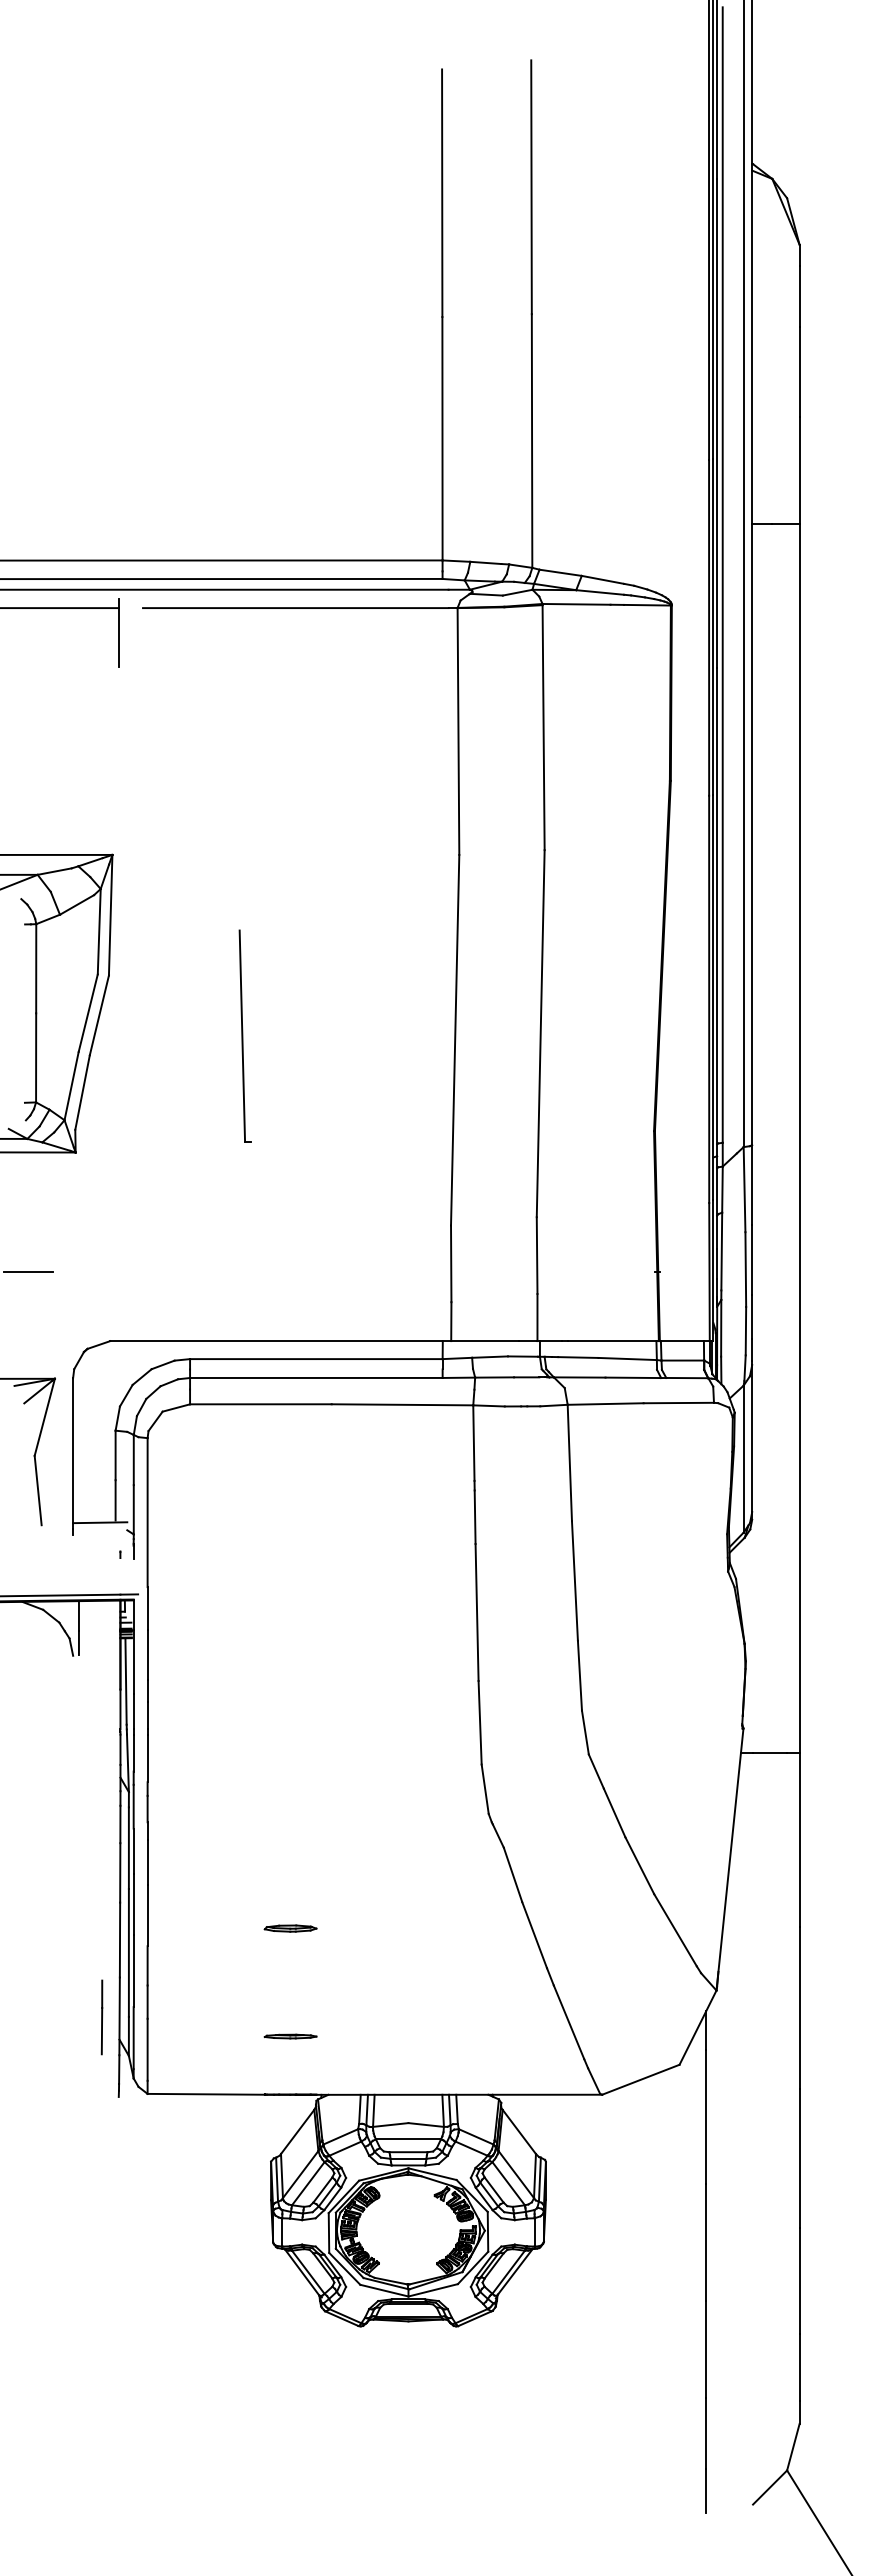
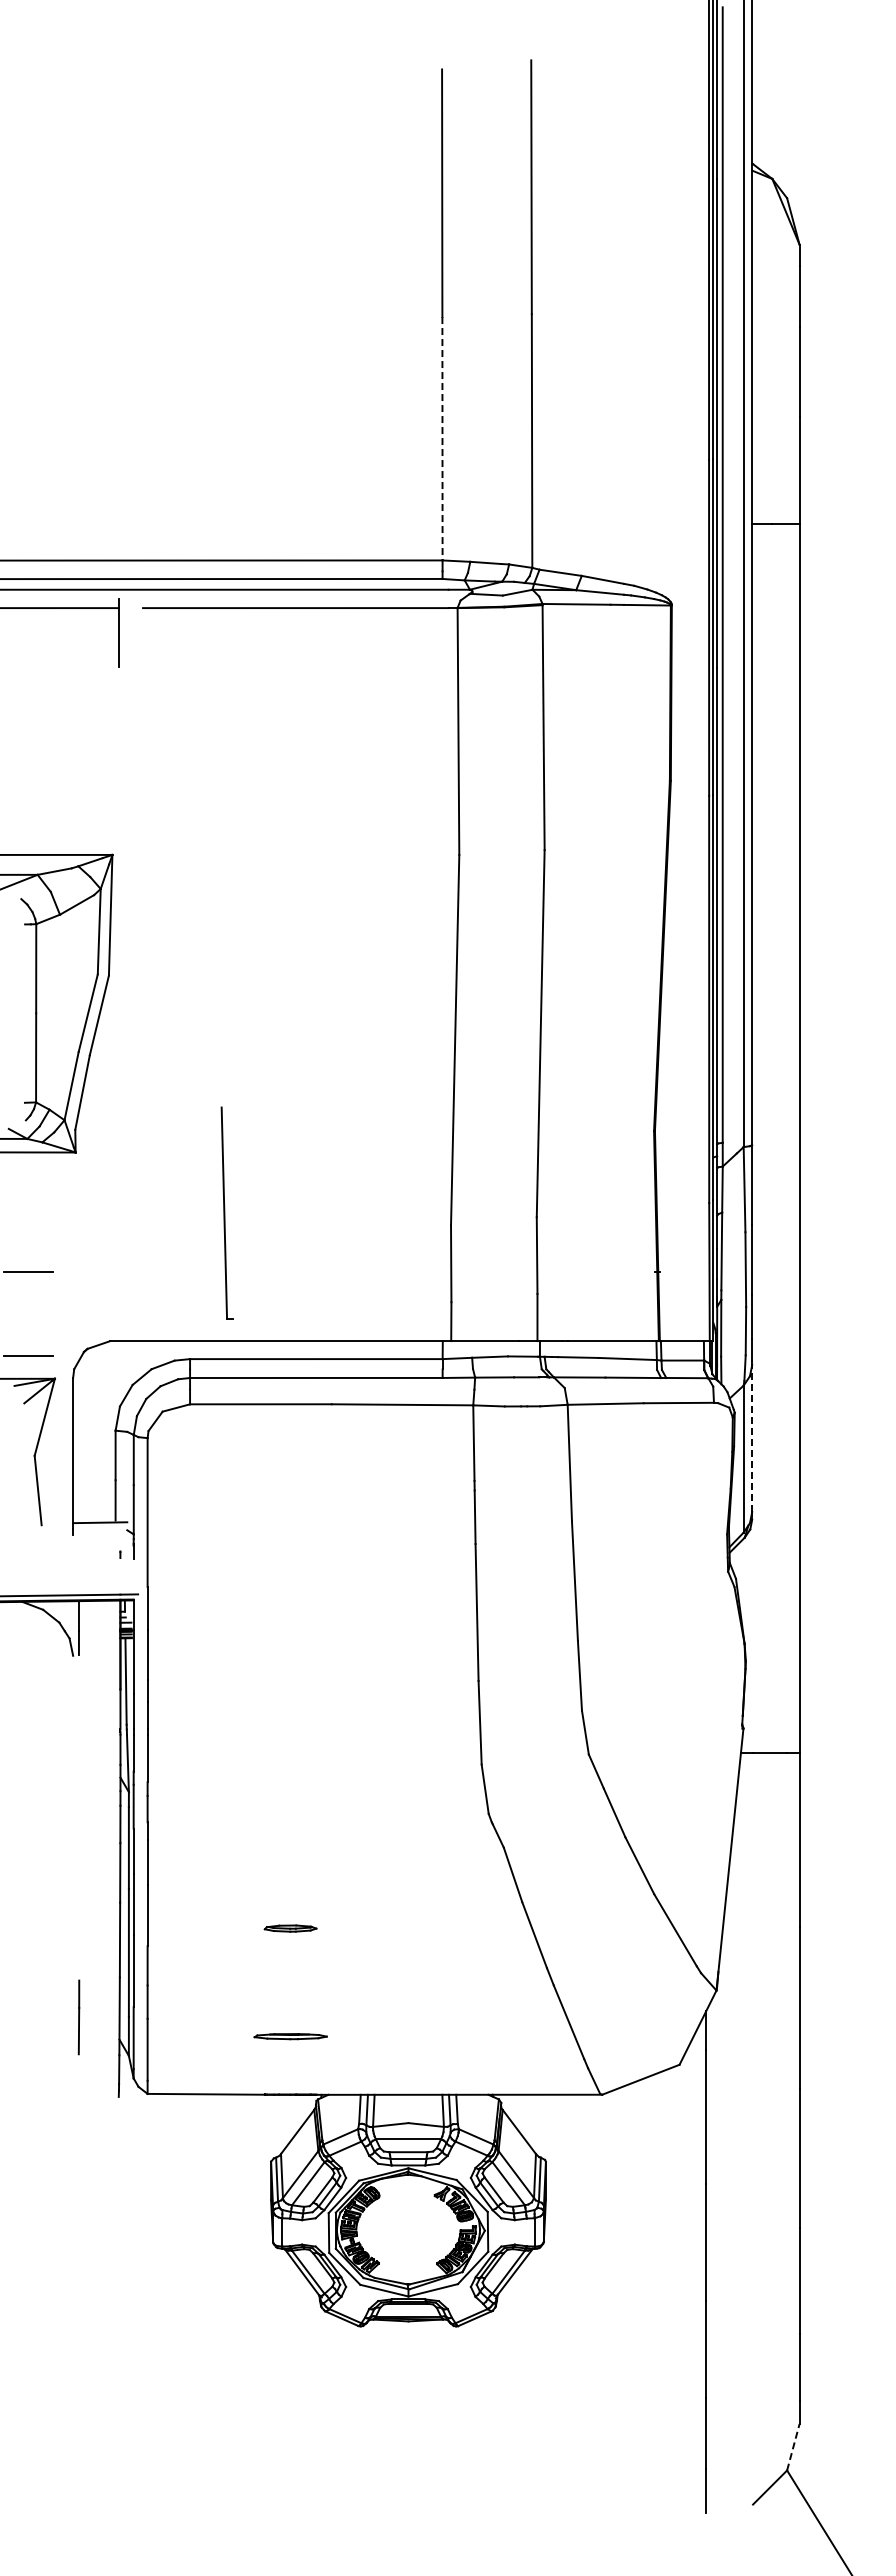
line at (442, 438): solid -> dashed
part at (244, 1035) position: (244, 1035) -> (226, 1212)
line at (28, 1355): none -> present
line at (752, 1438): solid -> dashed
line at (101, 2017) position: (101, 2017) -> (78, 2017)
part at (290, 2036) size: 55x7 px -> 75x8 px
line at (793, 2446): solid -> dashed
